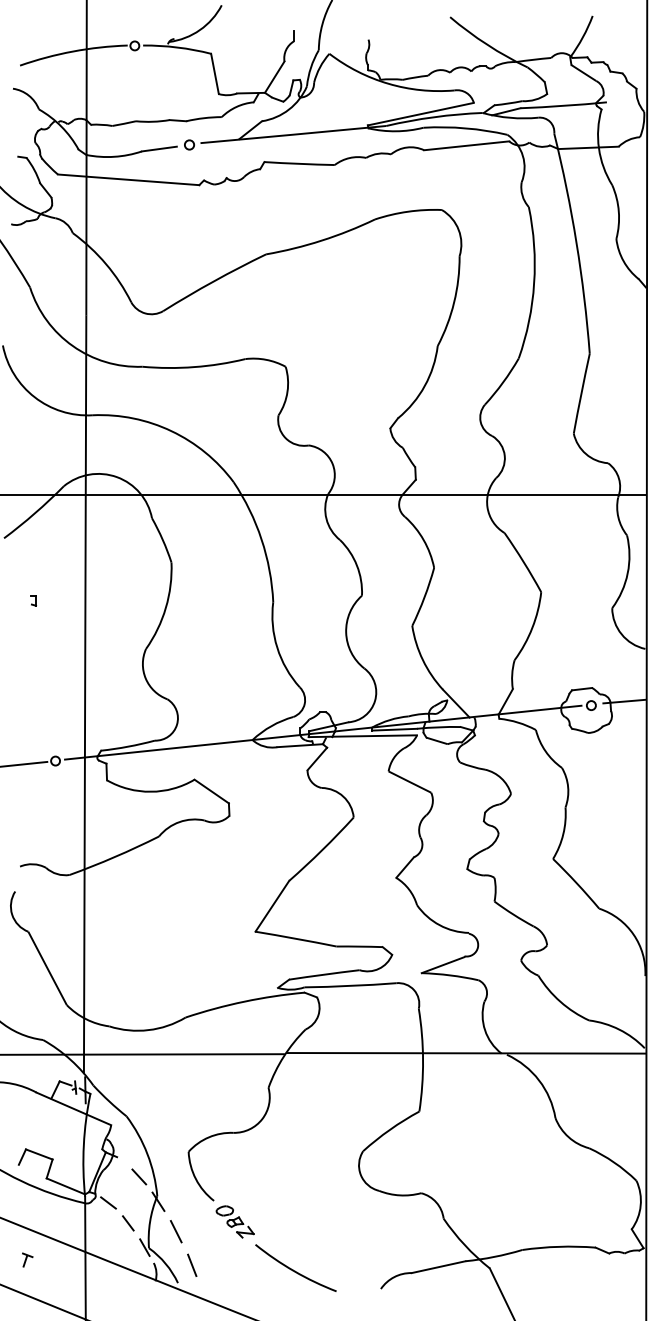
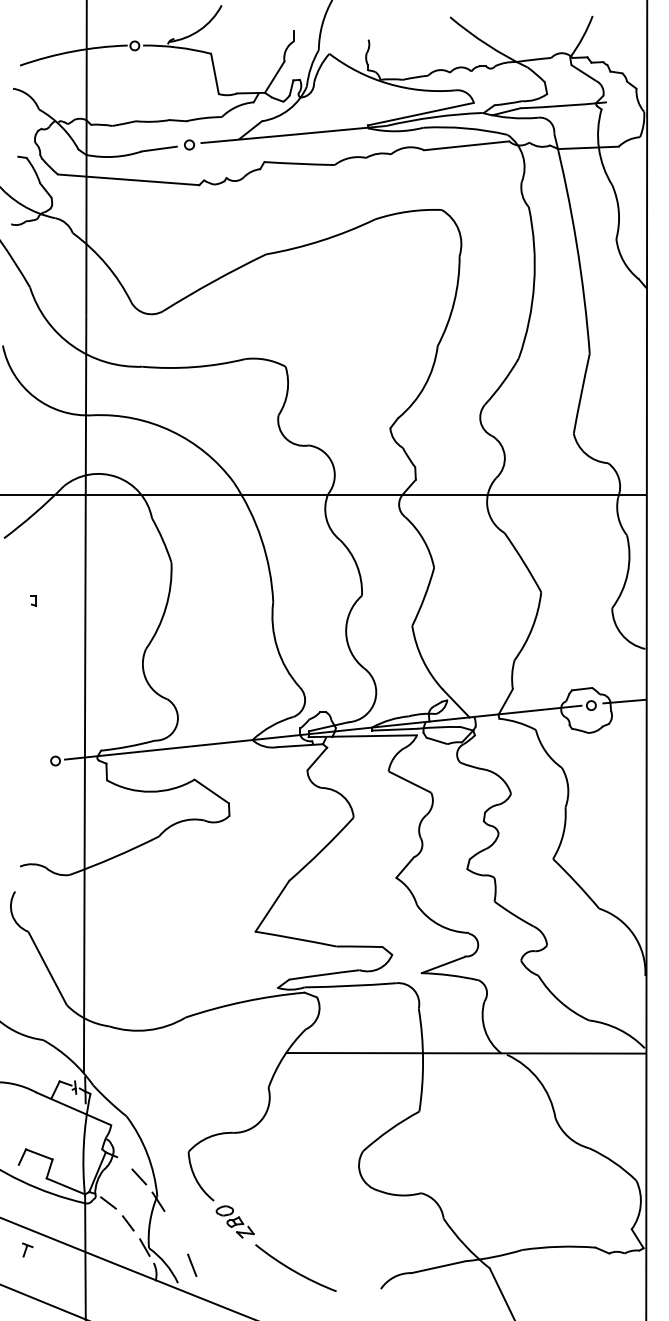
line at (24, 763): present -> none
line at (142, 1054): present -> none
line at (175, 1231): present -> none
part at (27, 1259) position: (27, 1259) -> (27, 1249)
